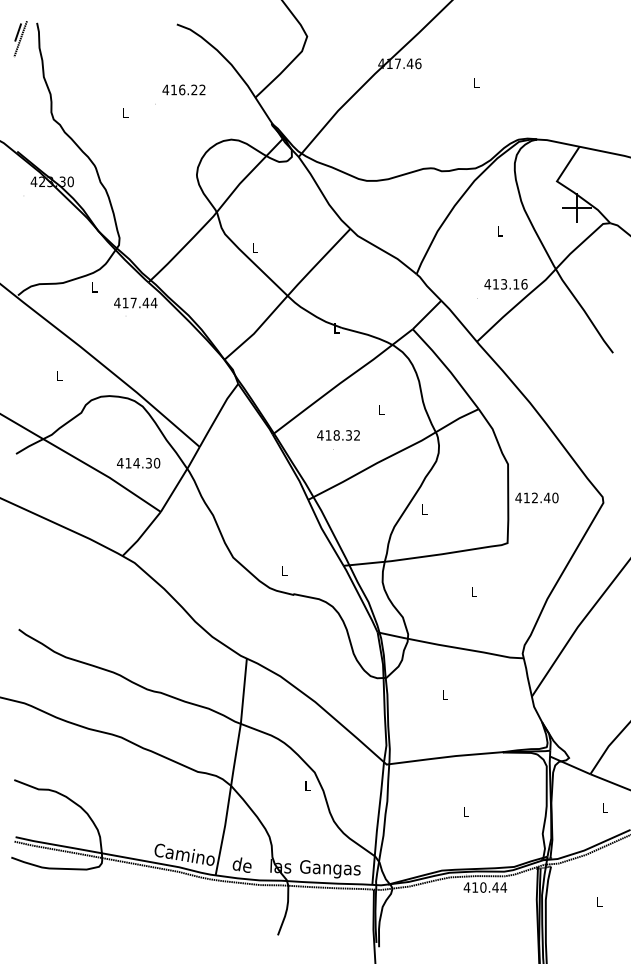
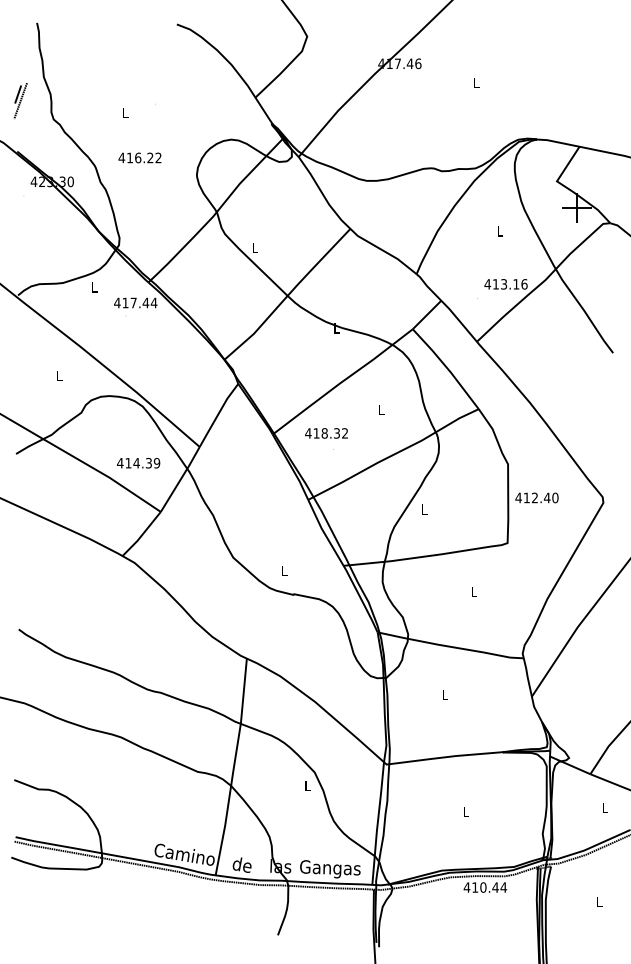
part at (20, 39) position: (20, 39) -> (20, 101)
text at (183, 89) position: (183, 89) -> (139, 157)
text at (338, 435) position: (338, 435) -> (326, 433)
text at (156, 463): 414.30 -> 414.39
